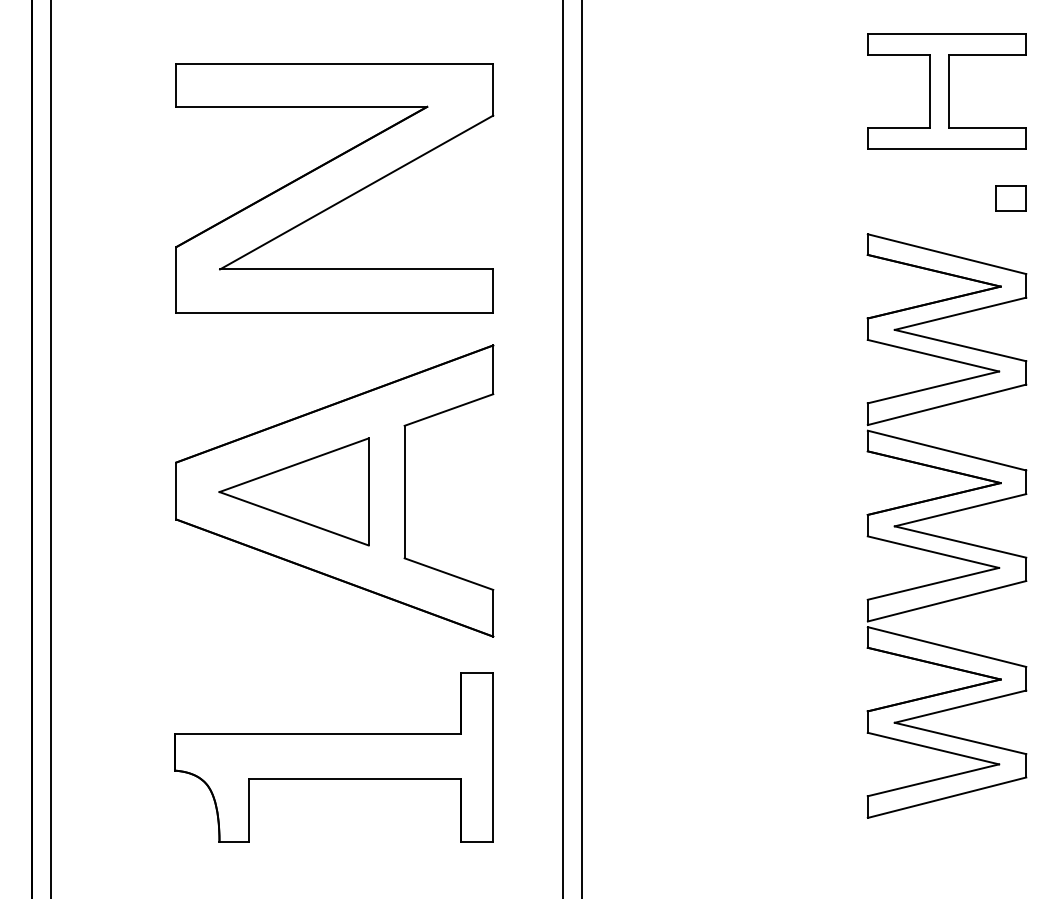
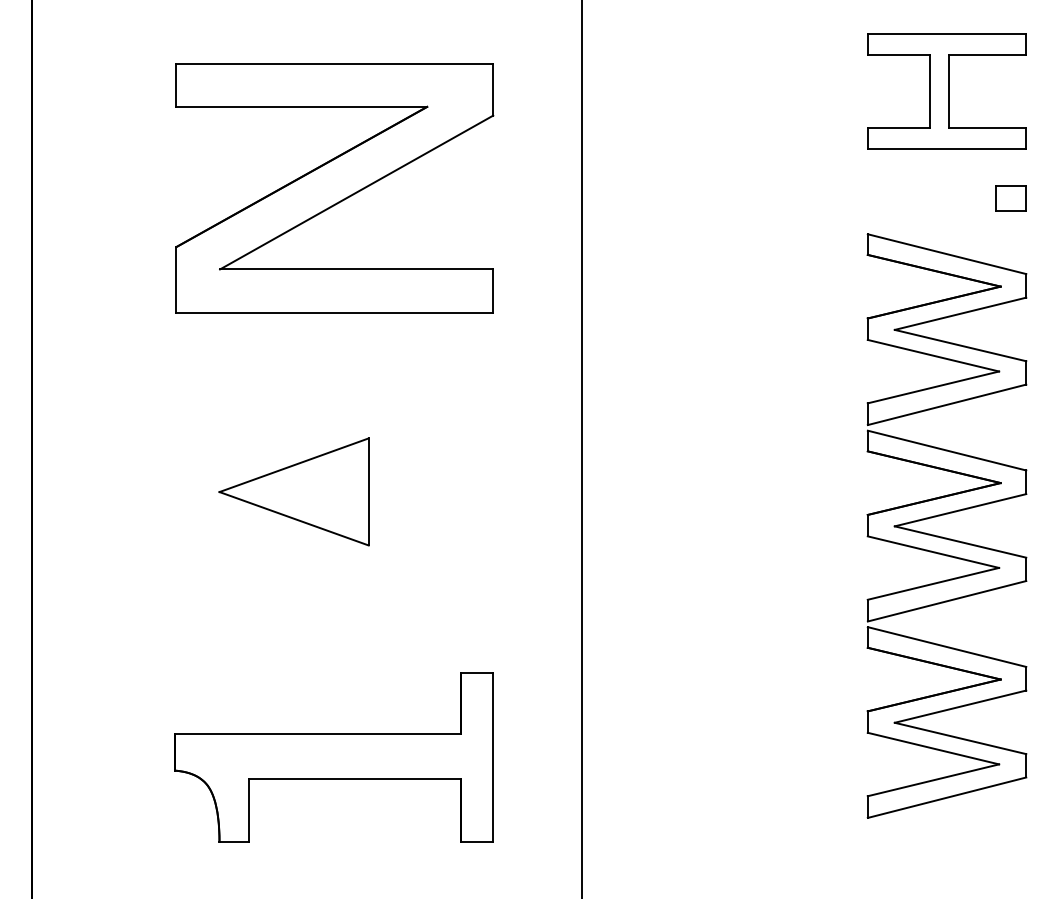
line at (50, 448): present -> none
line at (563, 448): present -> none
part at (334, 490): present -> none
